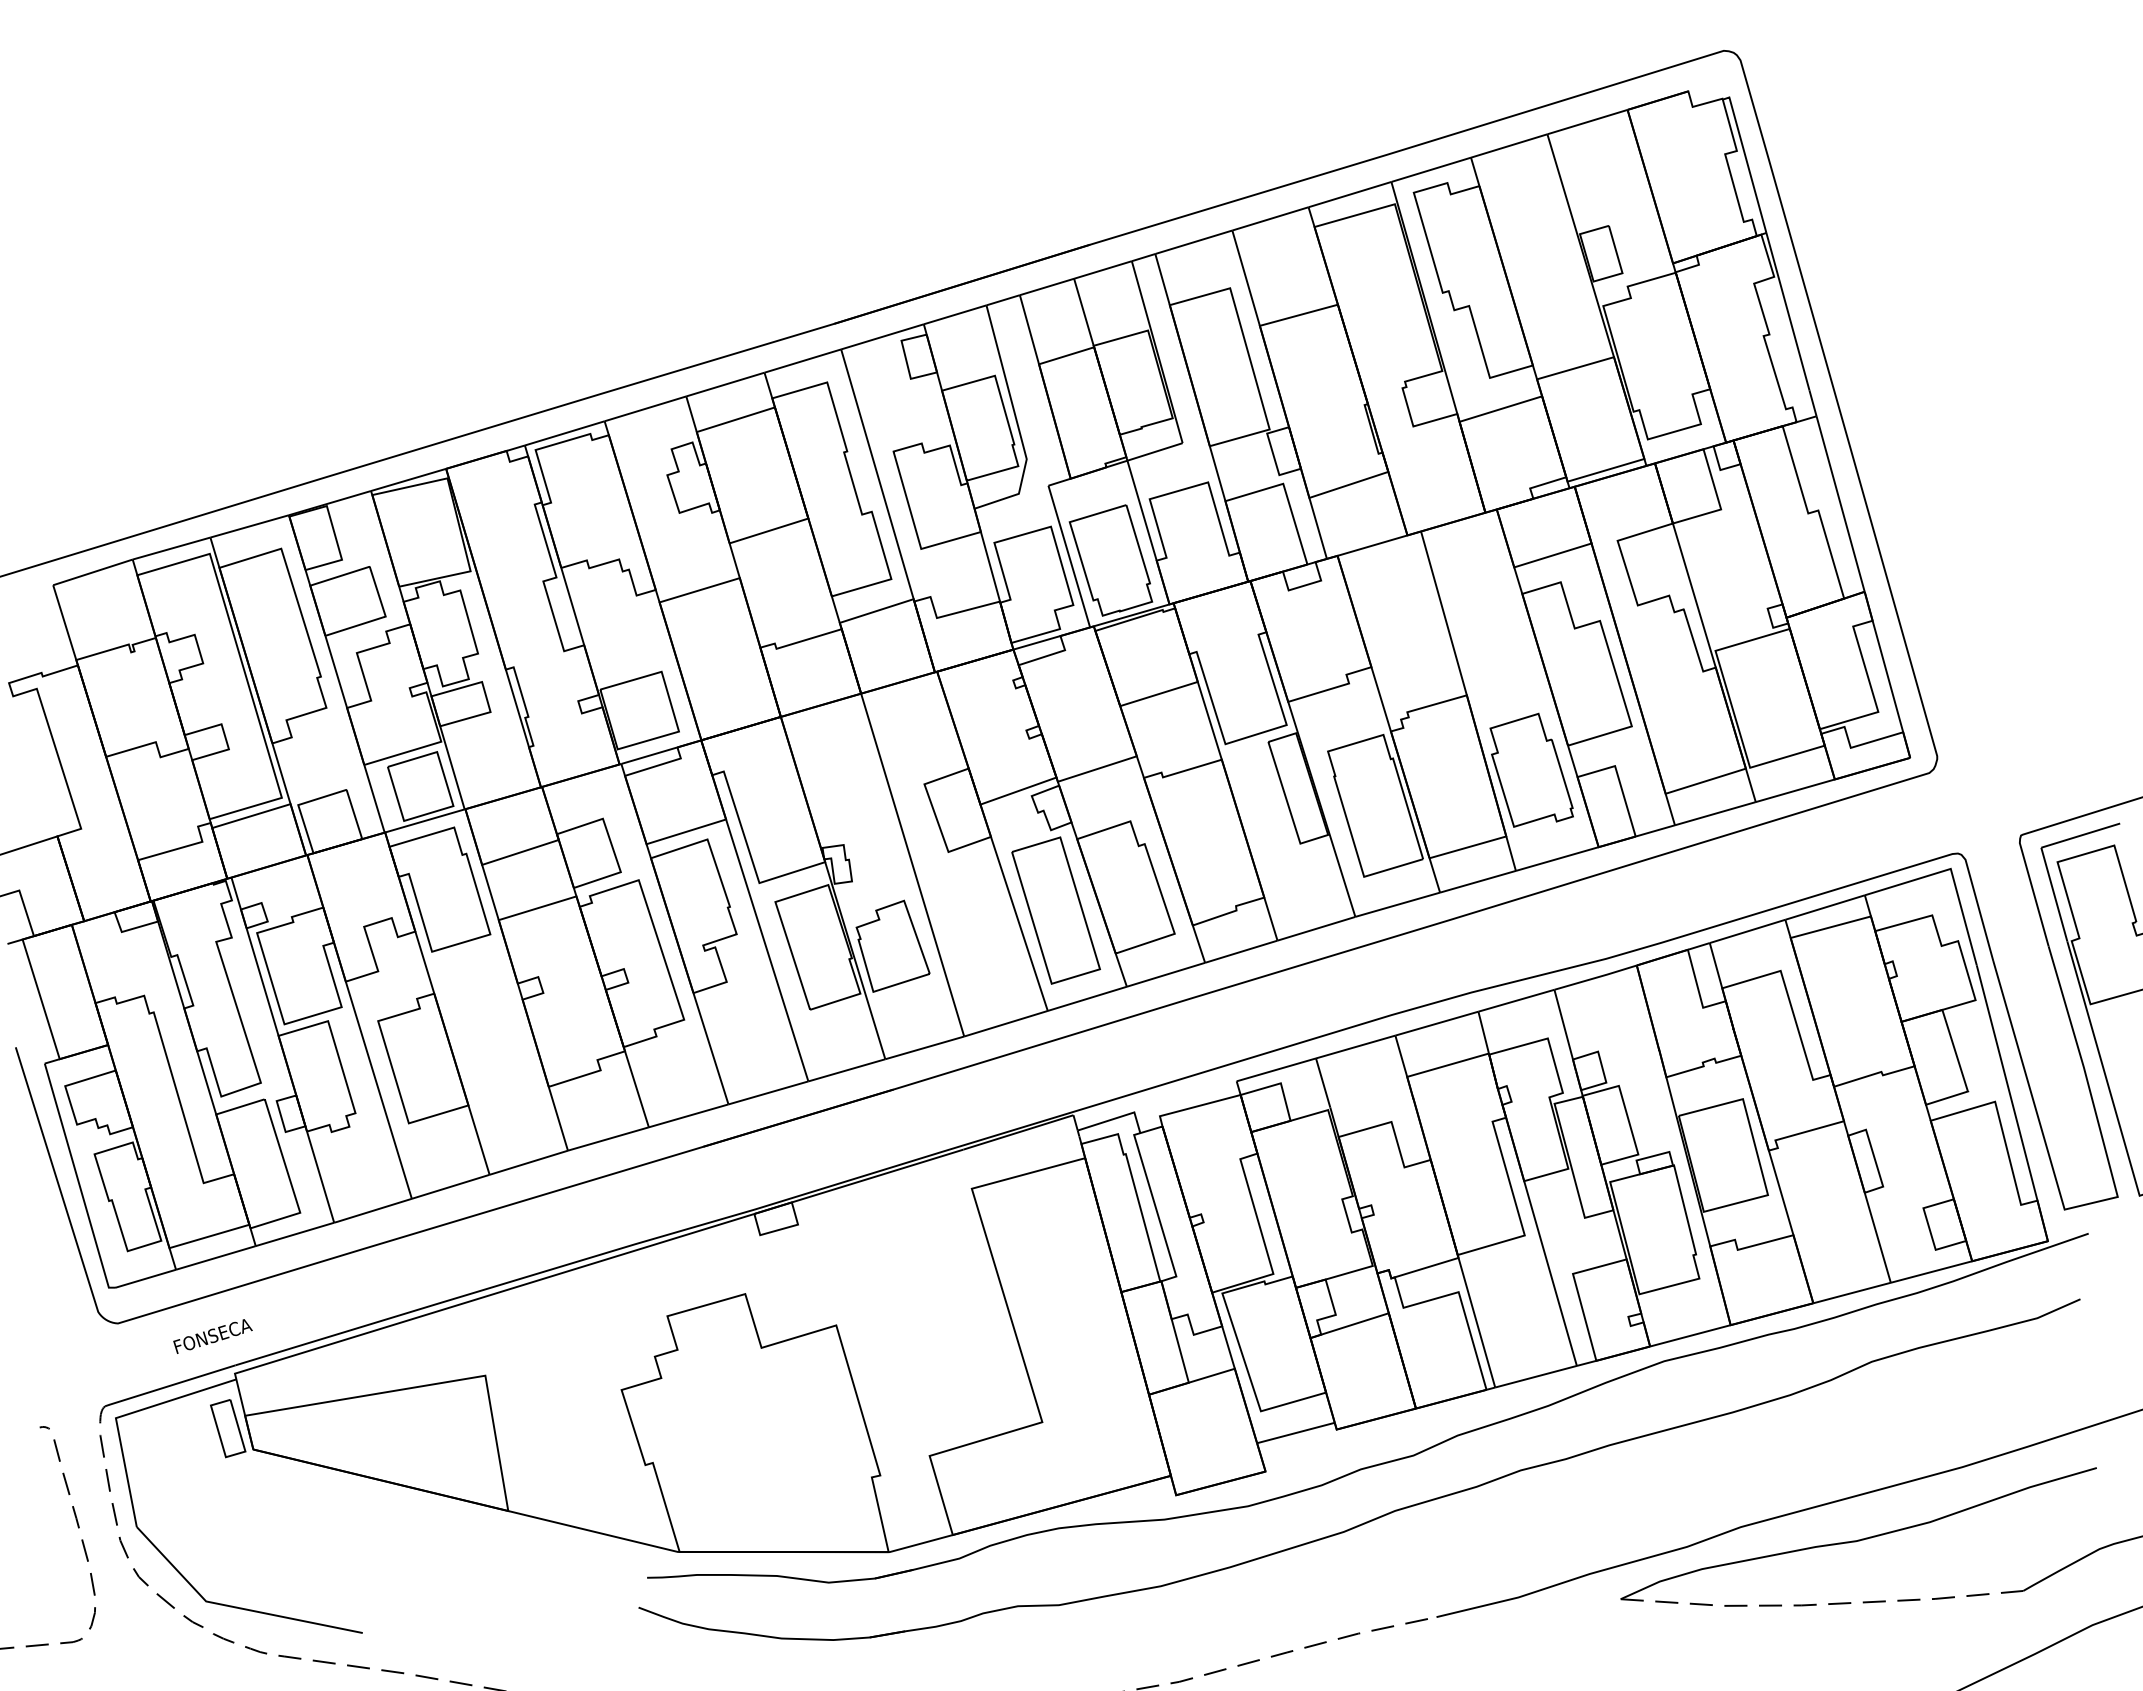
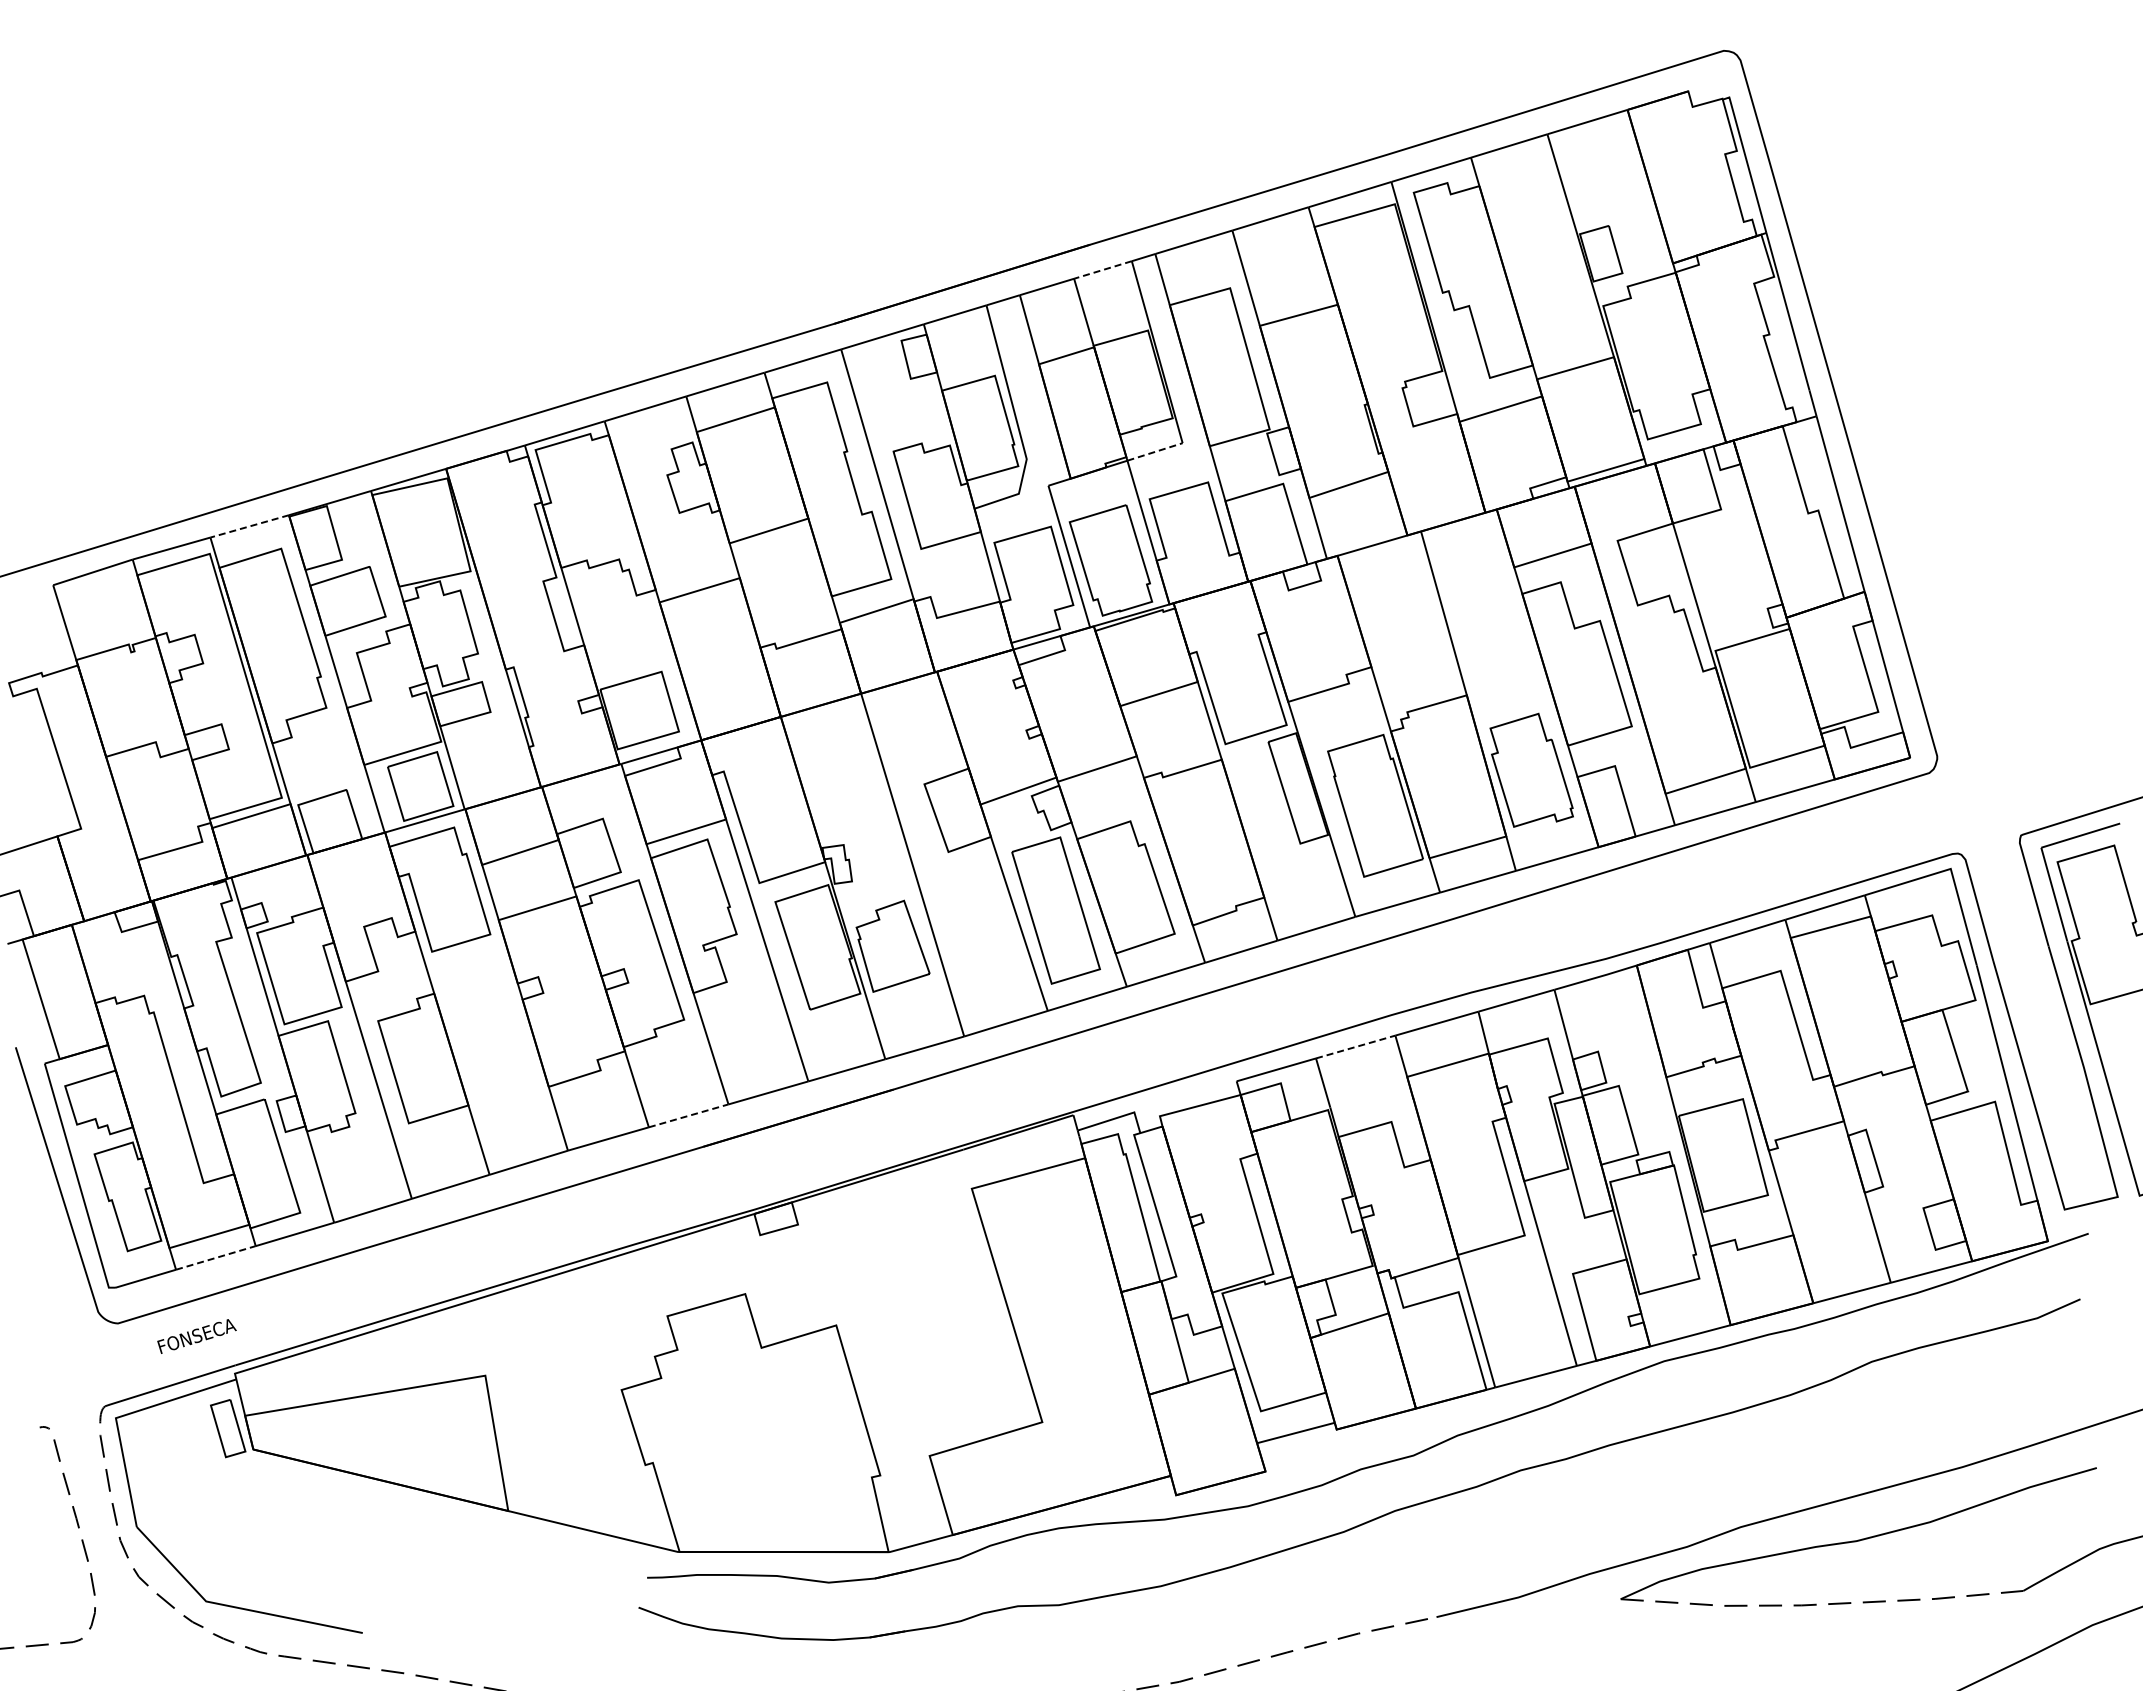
line at (1102, 270): solid -> dashed
line at (1155, 451): solid -> dashed
line at (249, 526): solid -> dashed
line at (1356, 1046): solid -> dashed
line at (689, 1115): solid -> dashed
line at (215, 1257): solid -> dashed
text at (212, 1336) position: (212, 1336) -> (196, 1336)
